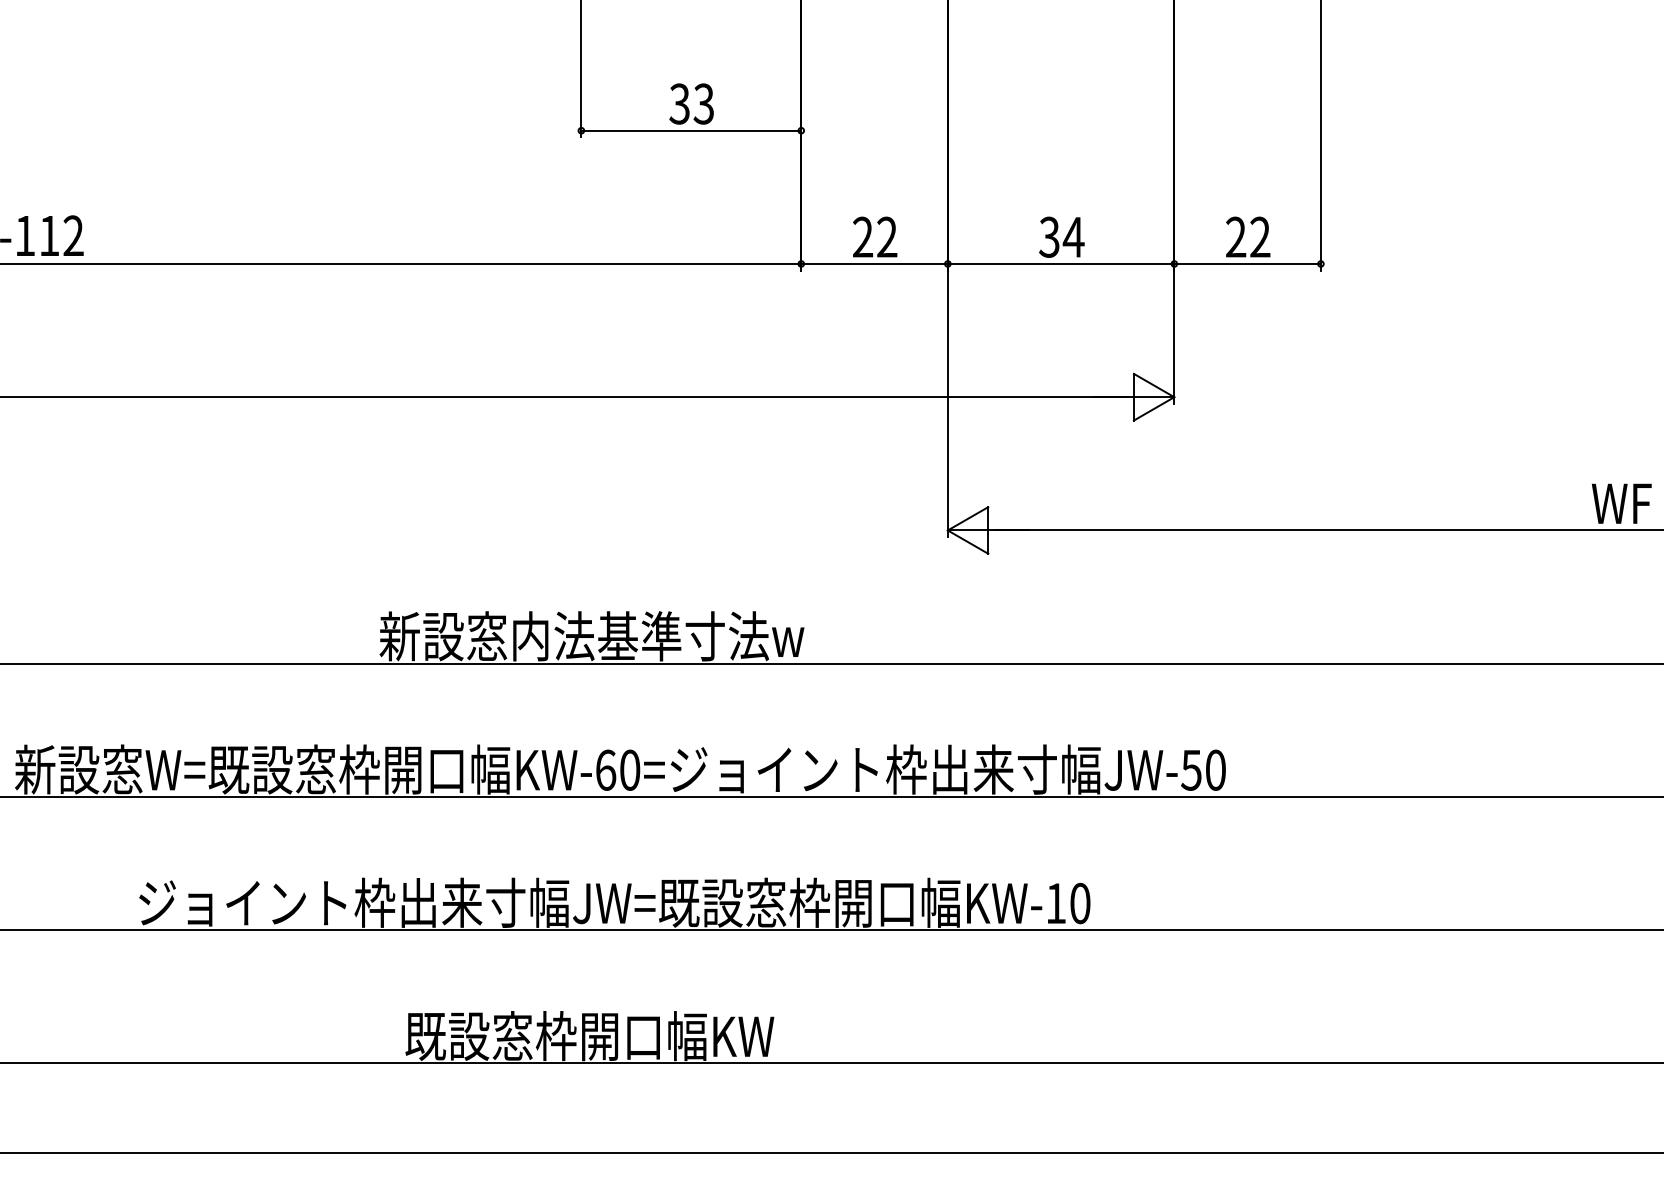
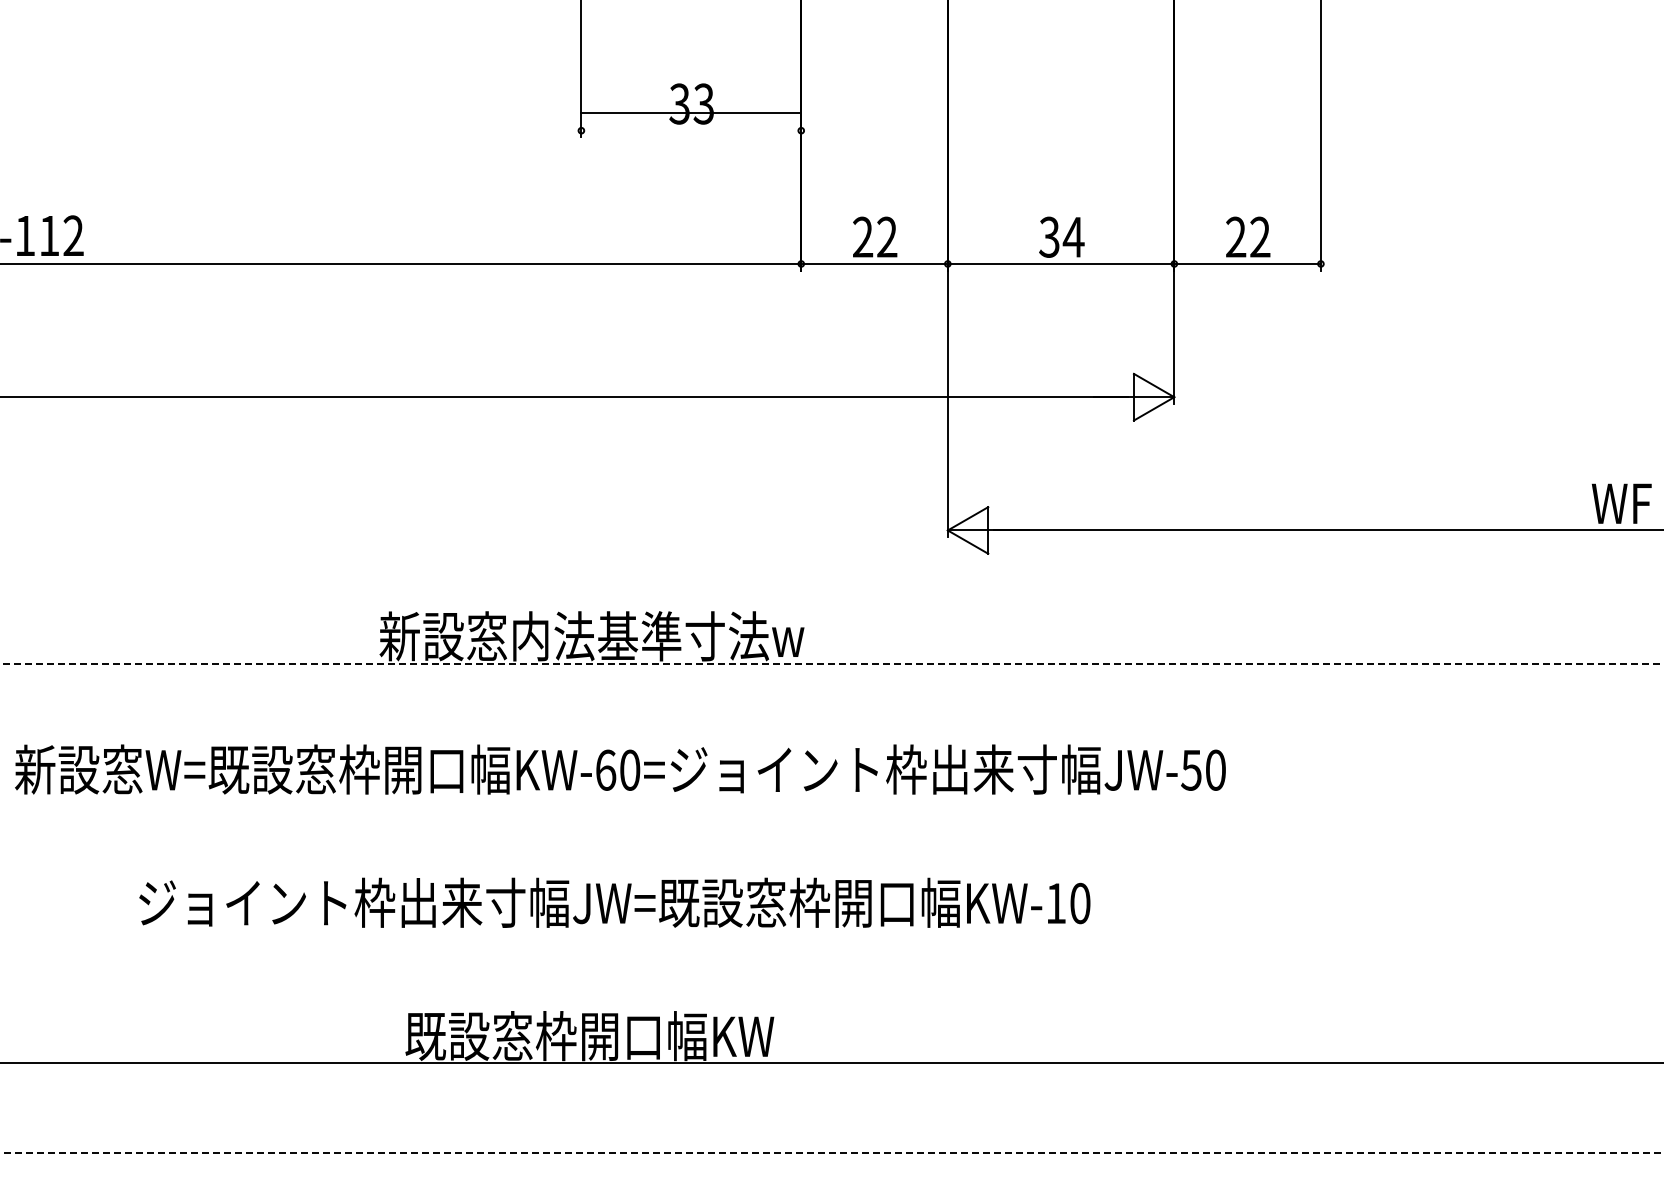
line at (691, 130) position: (691, 130) -> (691, 112)
line at (831, 663): solid -> dashed
line at (831, 796): present -> none
line at (831, 930): present -> none
line at (831, 1153): solid -> dashed
